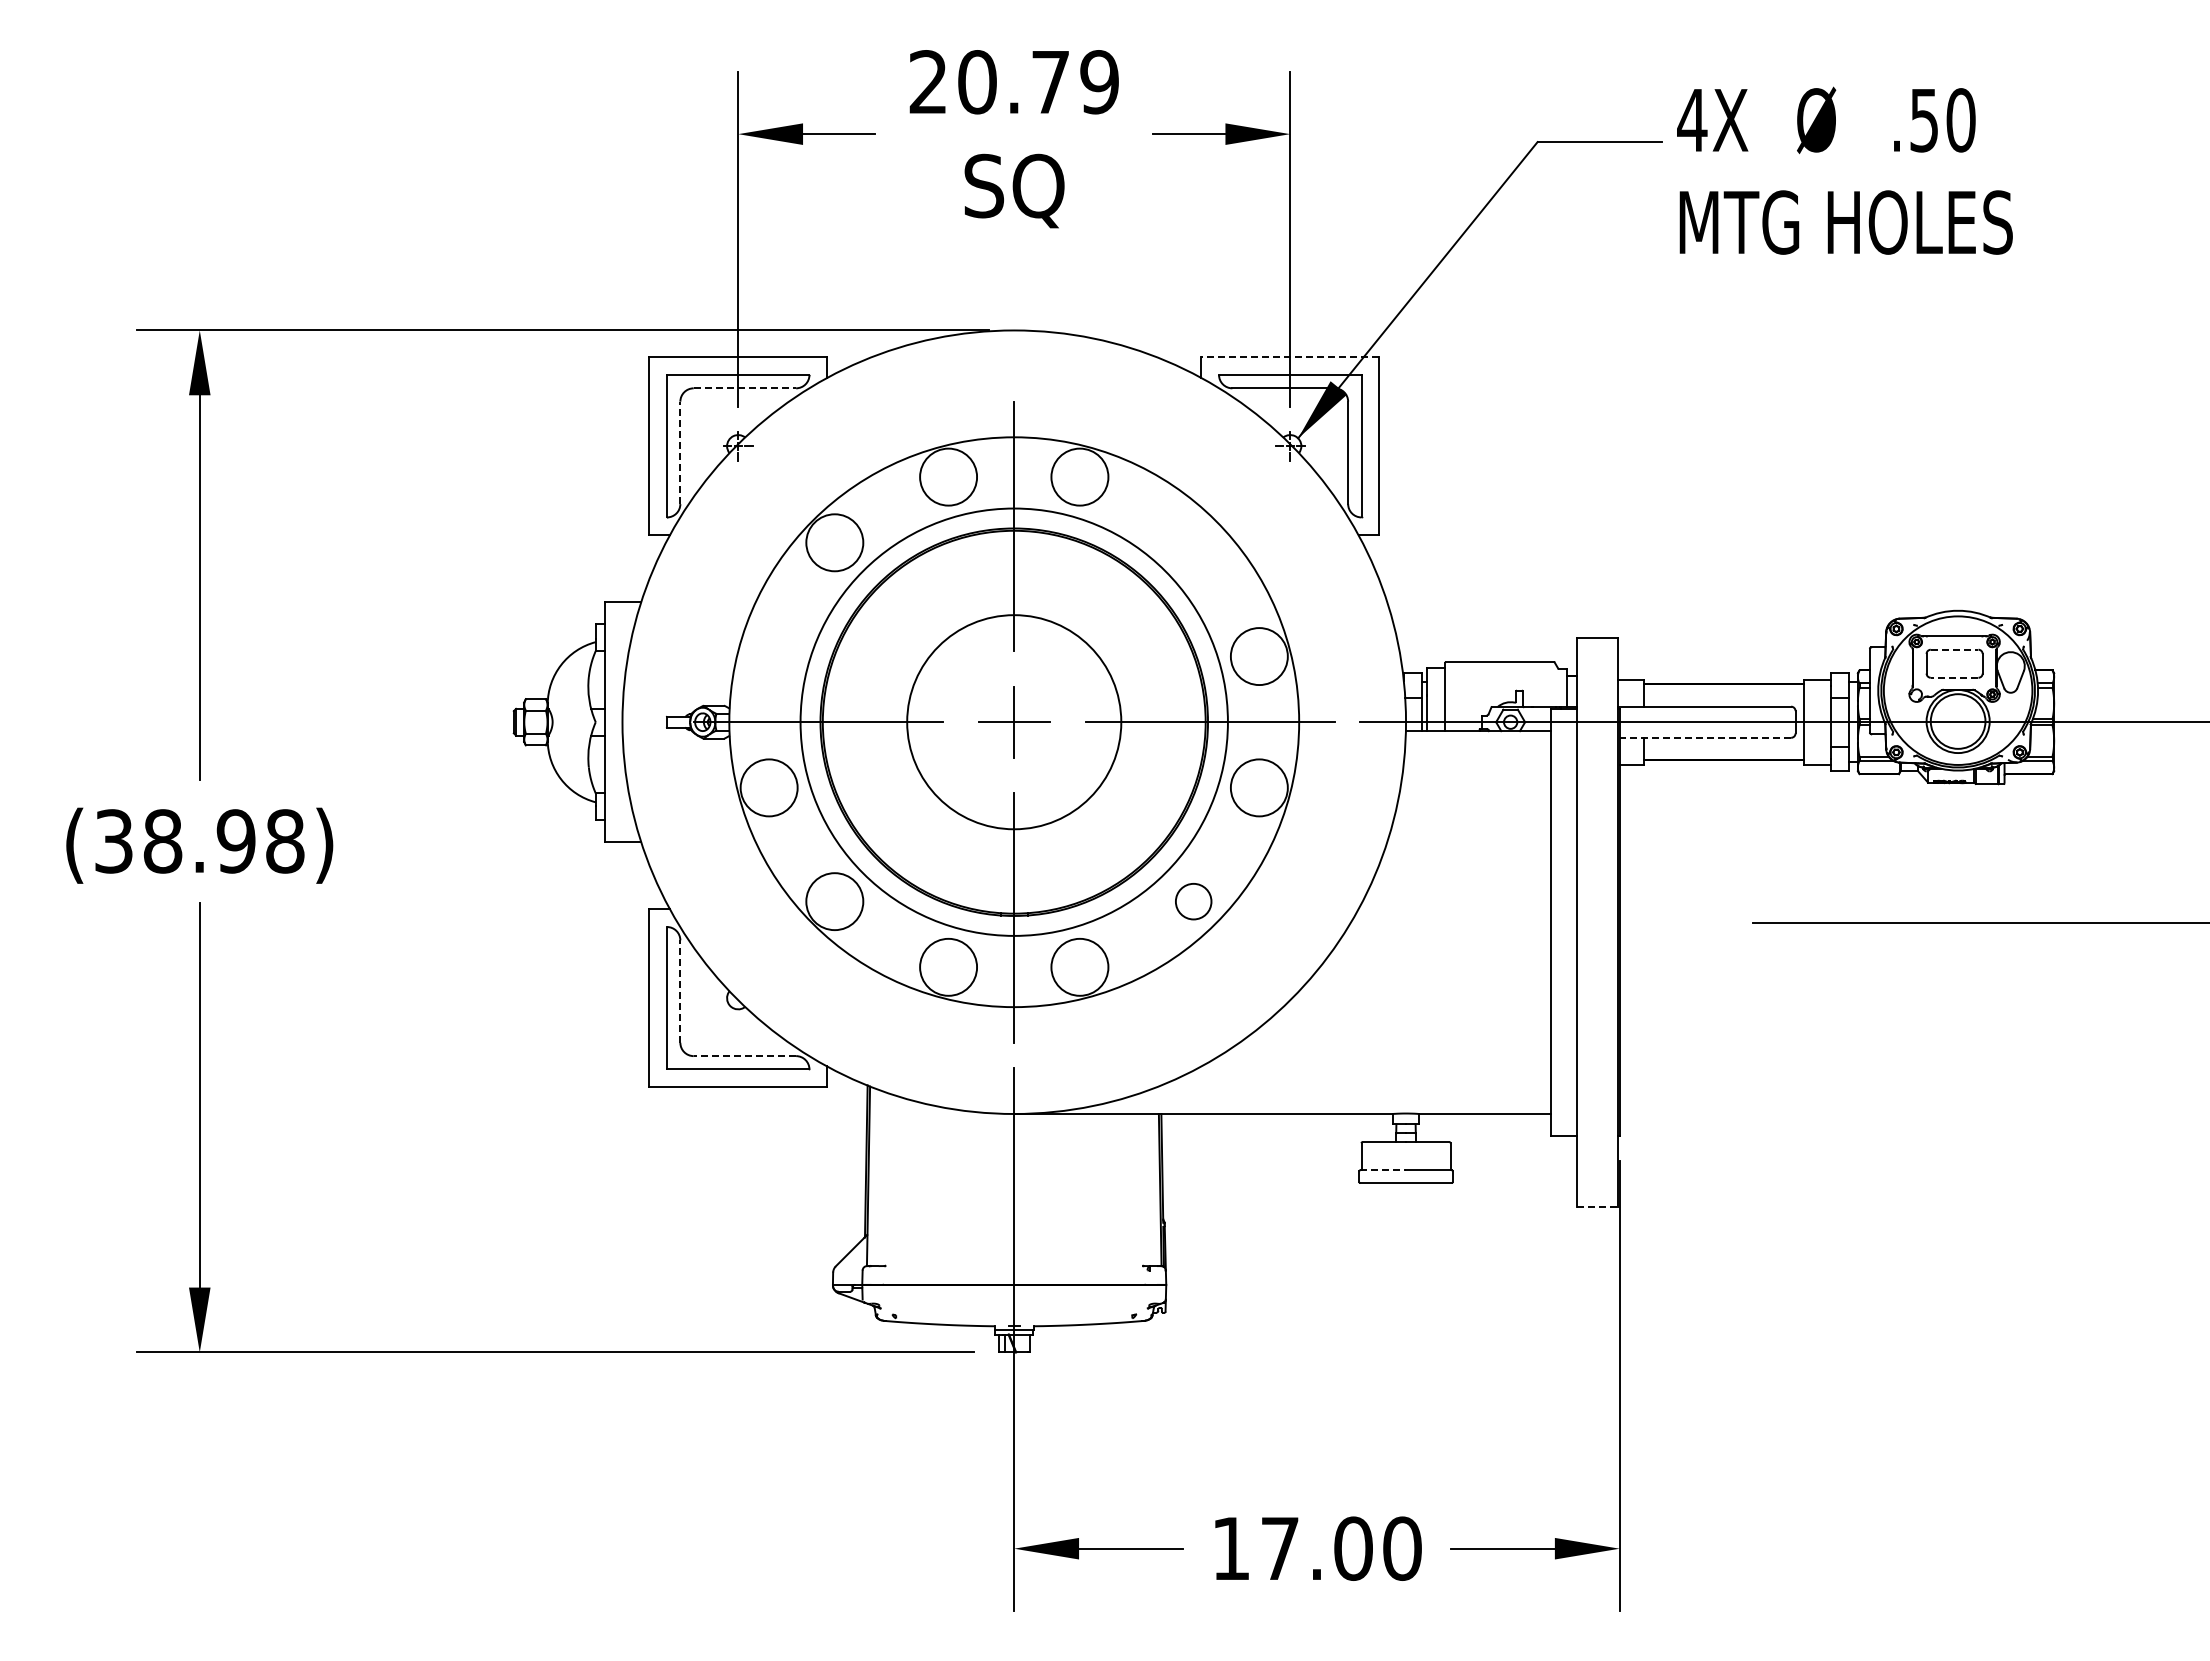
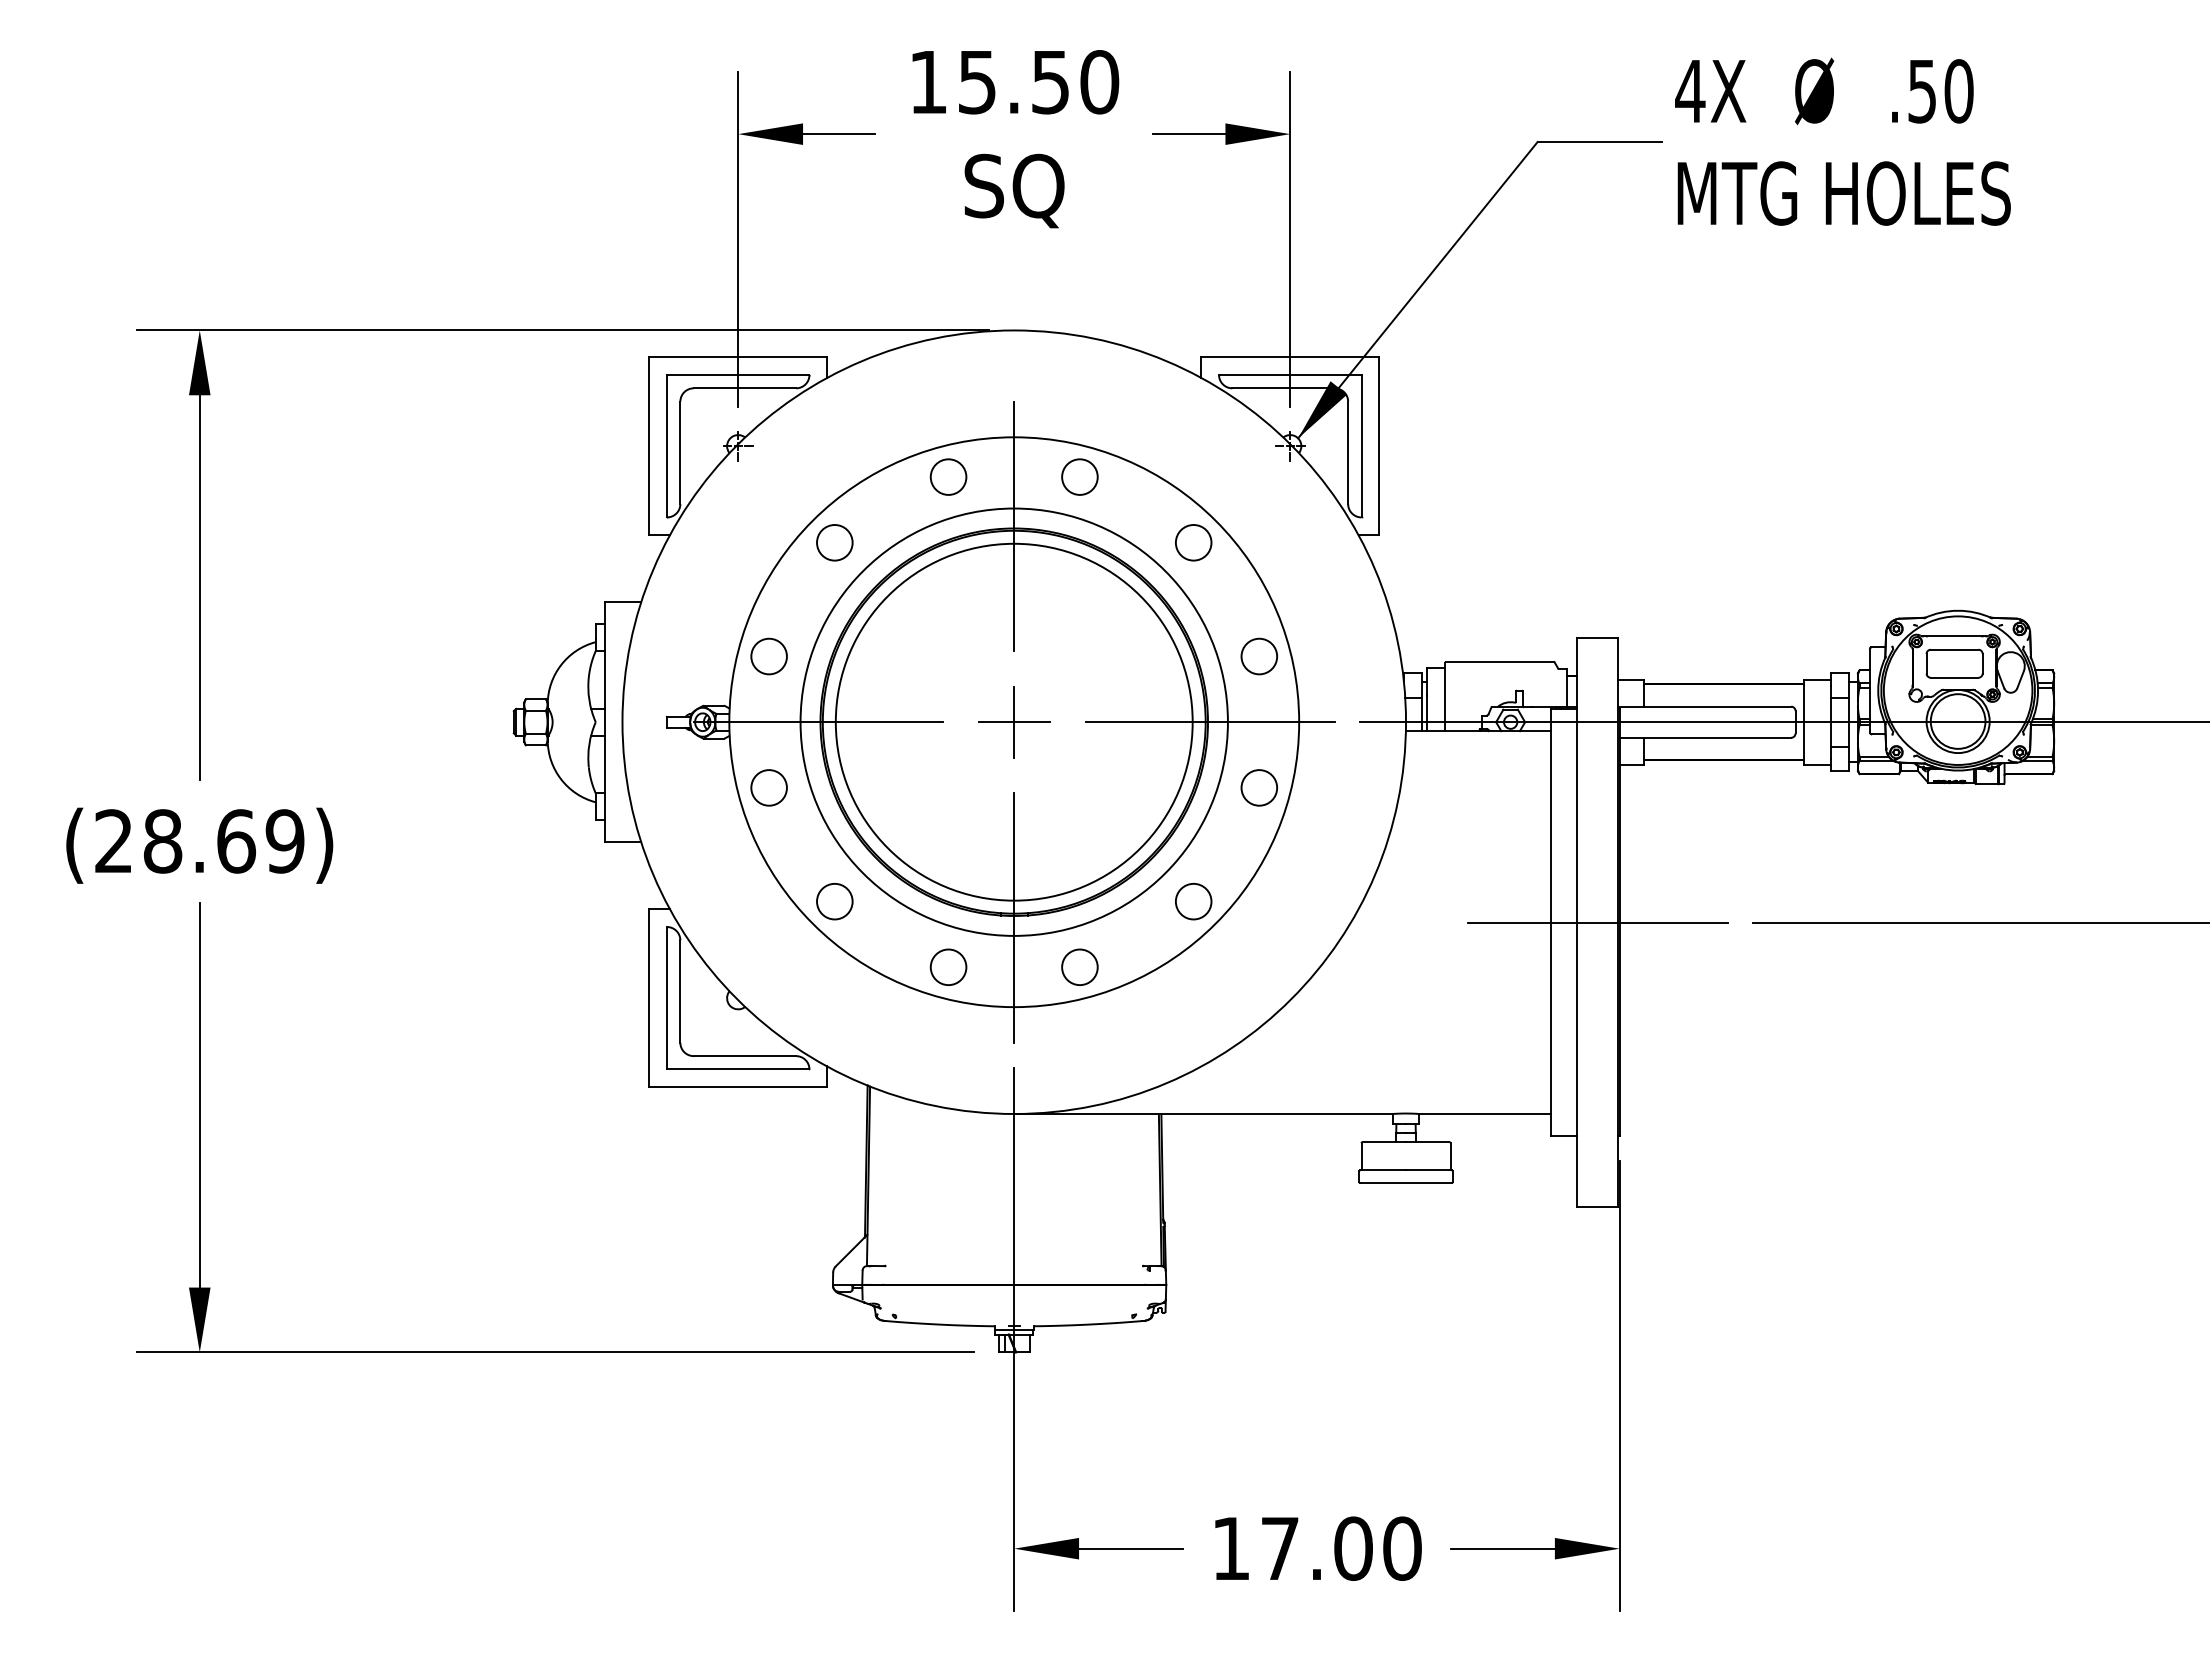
text at (1014, 82): 20.79 -> 15.50
text at (1844, 170) position: (1844, 170) -> (1842, 141)
line at (1289, 357): dashed -> solid
line at (745, 388): dashed -> solid
line at (680, 452): dashed -> solid
circle at (948, 476) diameter: 57 px -> 36 px
circle at (1079, 476) diameter: 57 px -> 36 px
circle at (834, 542) diameter: 57 px -> 36 px
circle at (1193, 542): none -> present
line at (1954, 649): dashed -> solid
circle at (768, 656): none -> present
circle at (1258, 656) diameter: 57 px -> 36 px
line at (1954, 677): dashed -> solid
circle at (1014, 722) diameter: 214 px -> 357 px
line at (1705, 737): dashed -> solid
circle at (768, 787) diameter: 57 px -> 36 px
circle at (1258, 787) diameter: 57 px -> 36 px
text at (199, 841): (38.98) -> (28.69)
circle at (834, 901) diameter: 57 px -> 36 px
line at (1598, 922): none -> present
circle at (948, 966) diameter: 57 px -> 36 px
circle at (1079, 966) diameter: 57 px -> 36 px
line at (680, 991): dashed -> solid
line at (744, 1056): dashed -> solid
line at (1383, 1170): dashed -> solid
line at (1597, 1207): dashed -> solid
